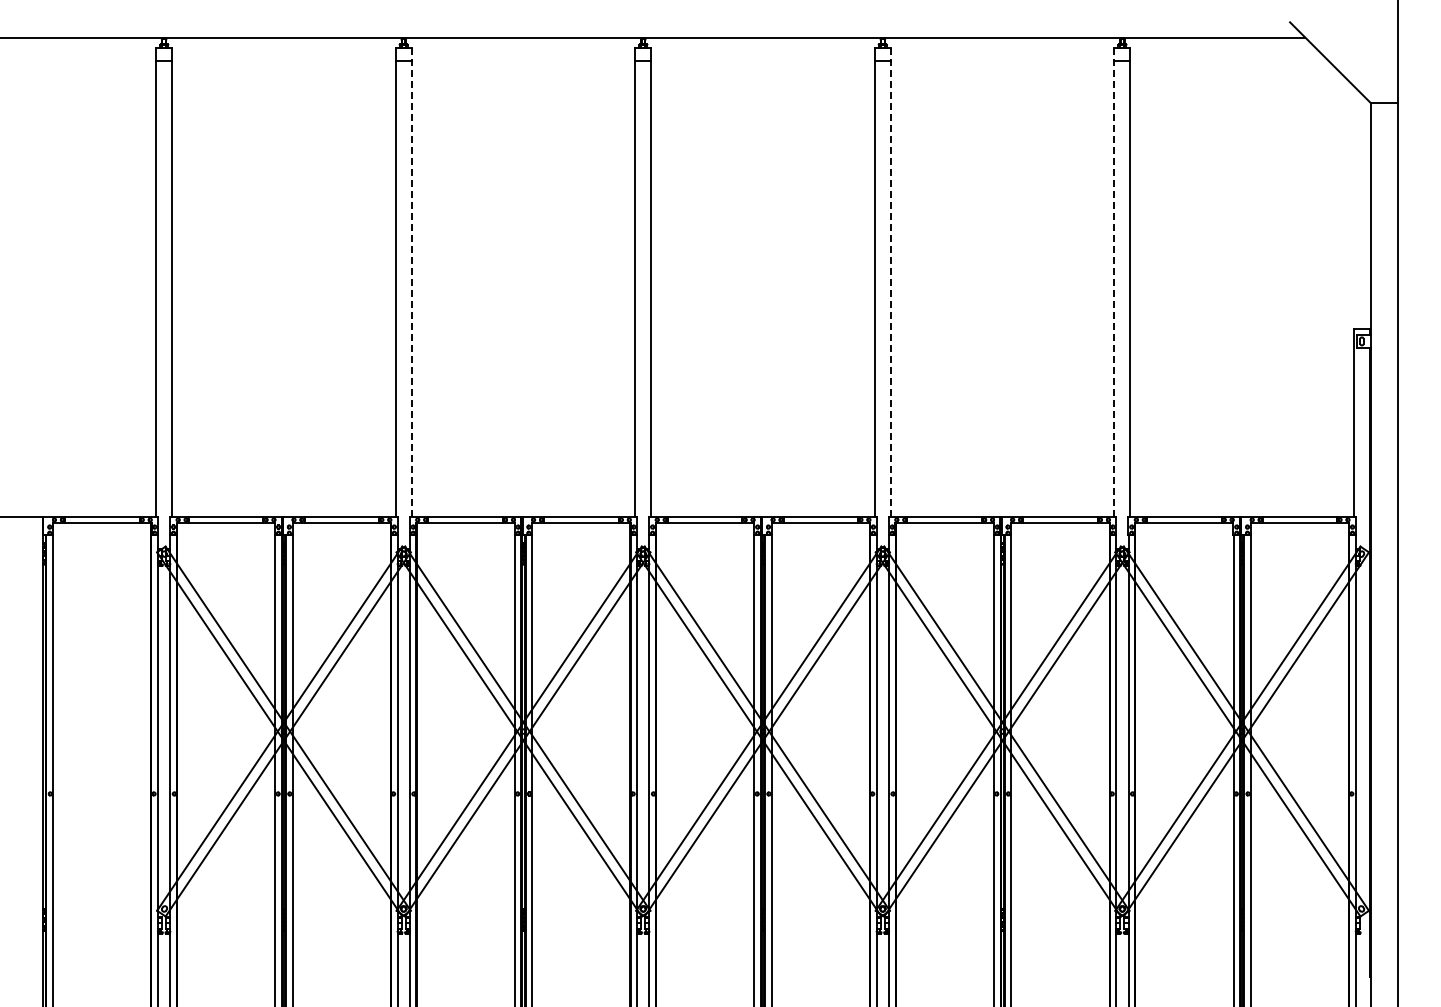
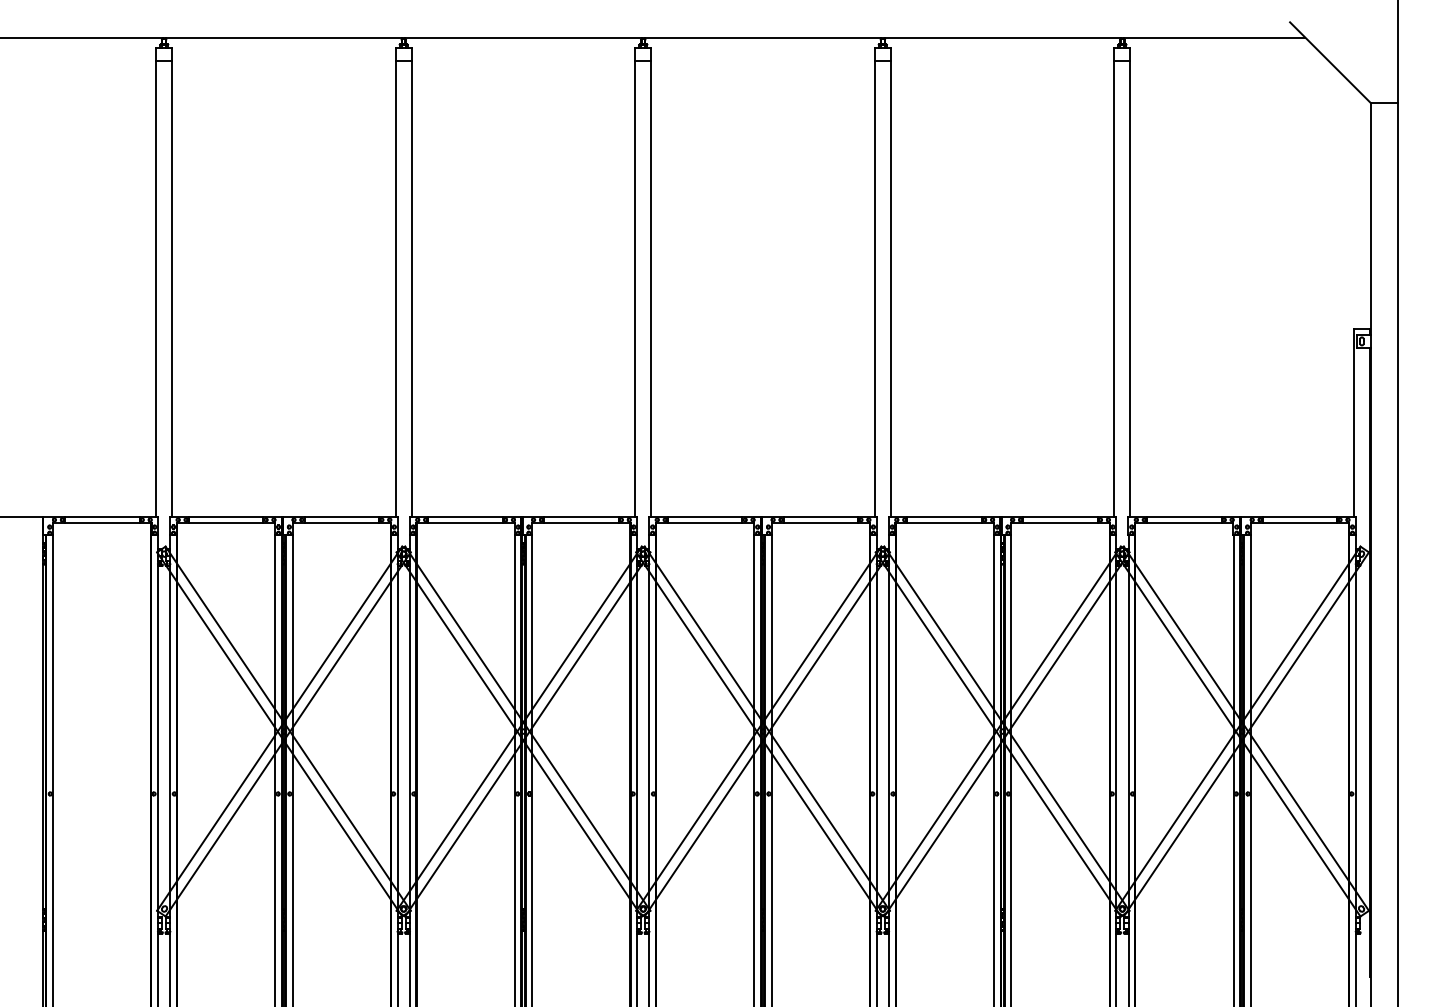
line at (411, 281): dashed -> solid
line at (890, 281): dashed -> solid
line at (1114, 282): dashed -> solid
